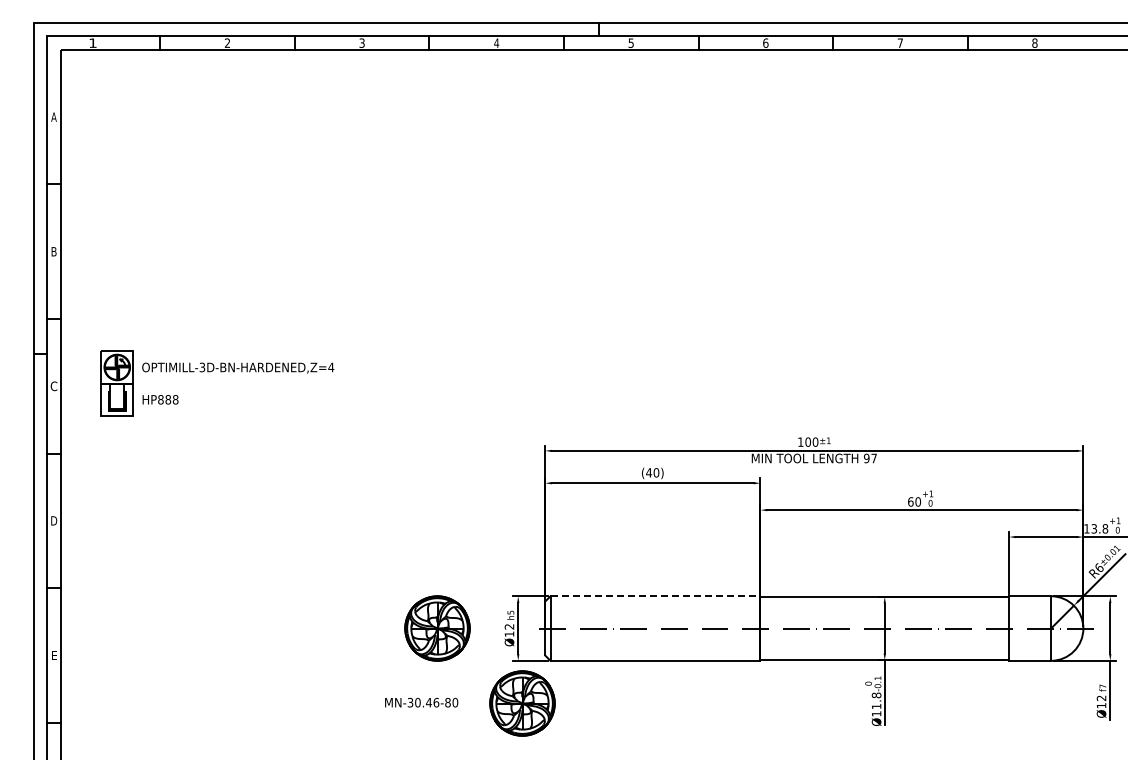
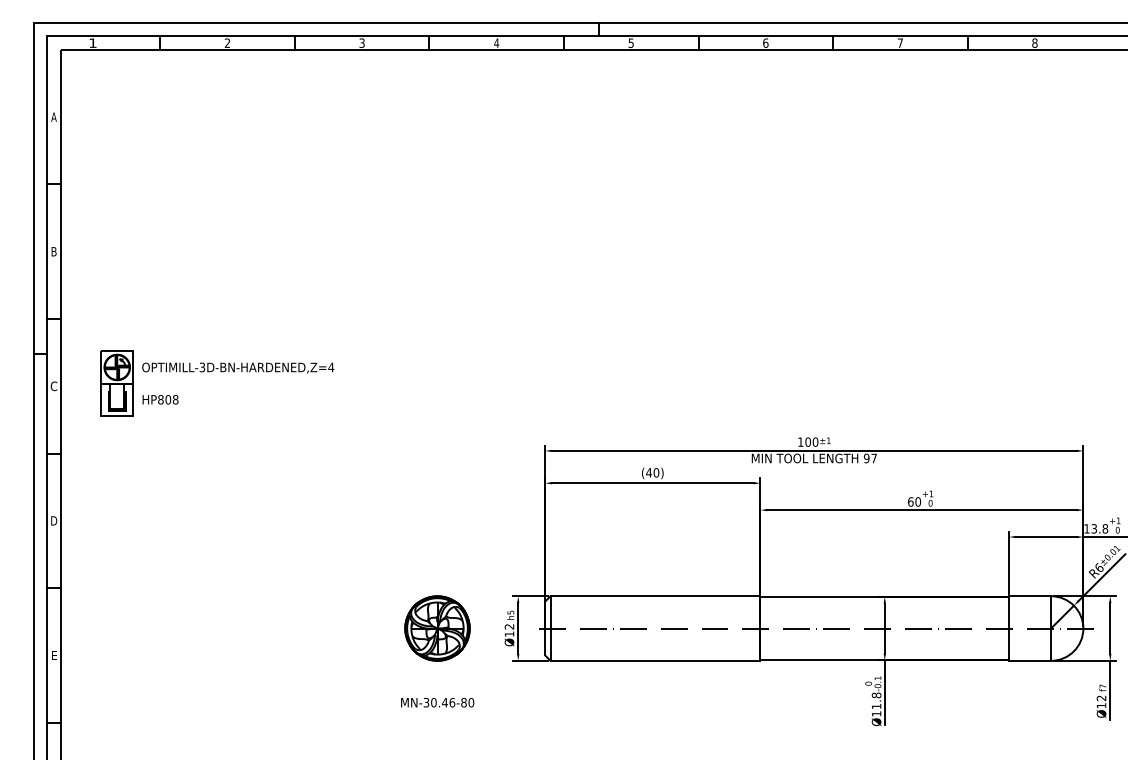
text at (168, 399): HP888 -> HP808
line at (655, 596): dashed -> solid
text at (421, 702) position: (421, 702) -> (437, 702)
part at (522, 703): present -> none
